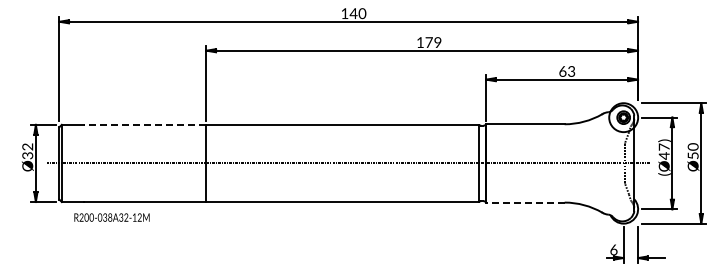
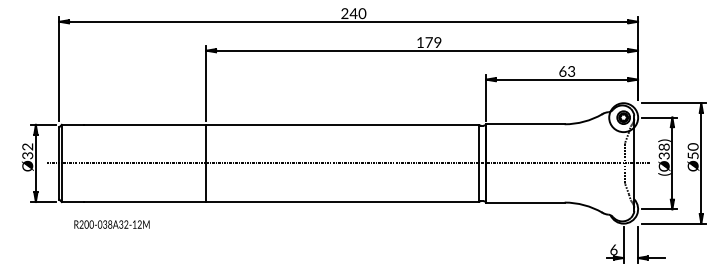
text at (344, 13): 140 -> 240
line at (144, 124): dashed -> solid
text at (663, 151): (Ø47) -> (Ø38)
line at (525, 202): dashed -> solid
text at (111, 217) position: (111, 217) -> (111, 224)
